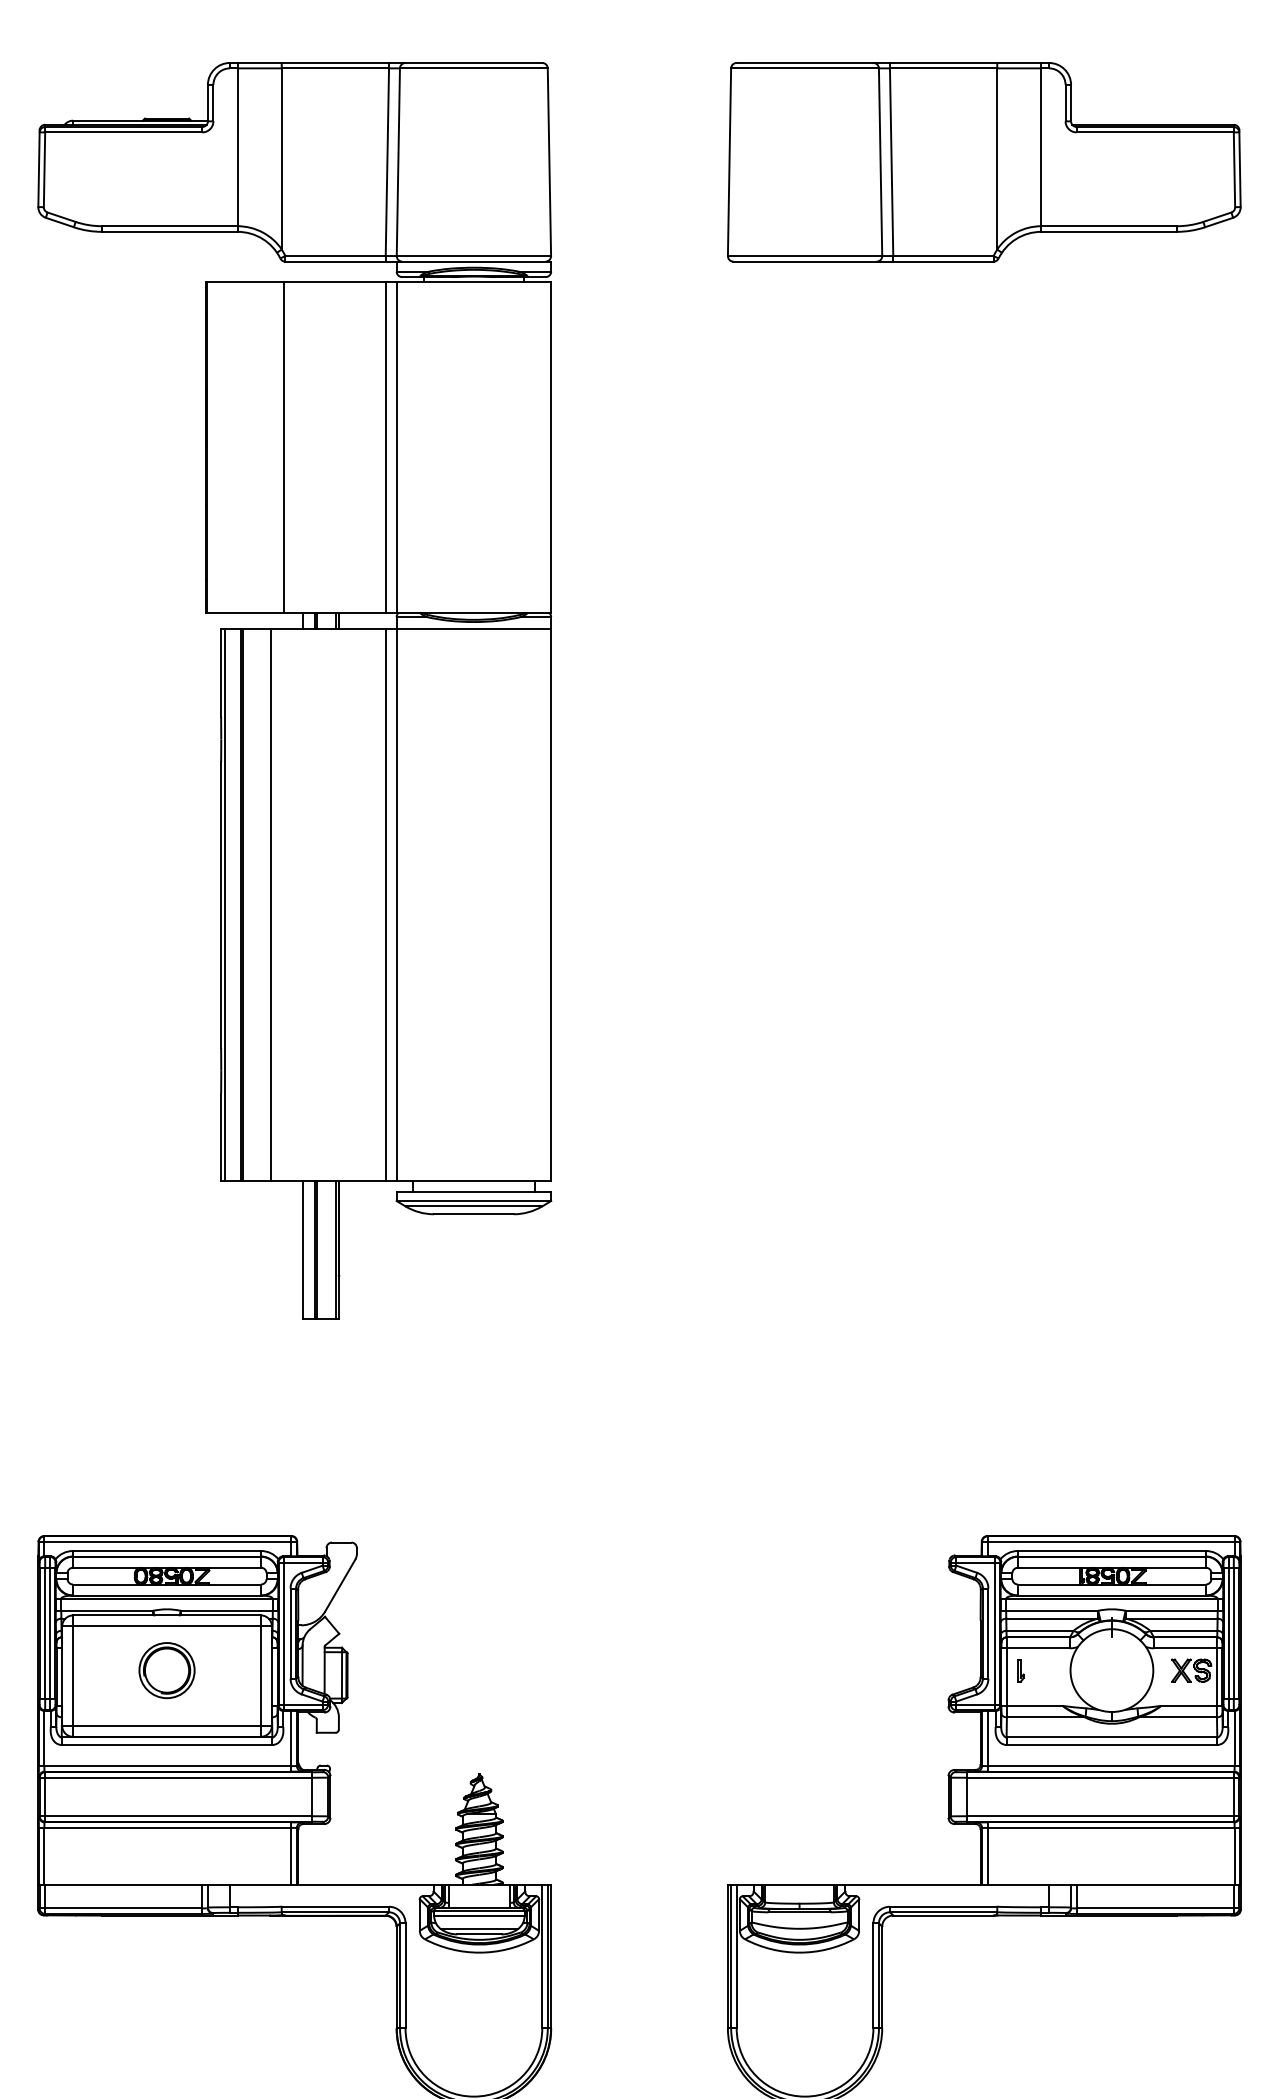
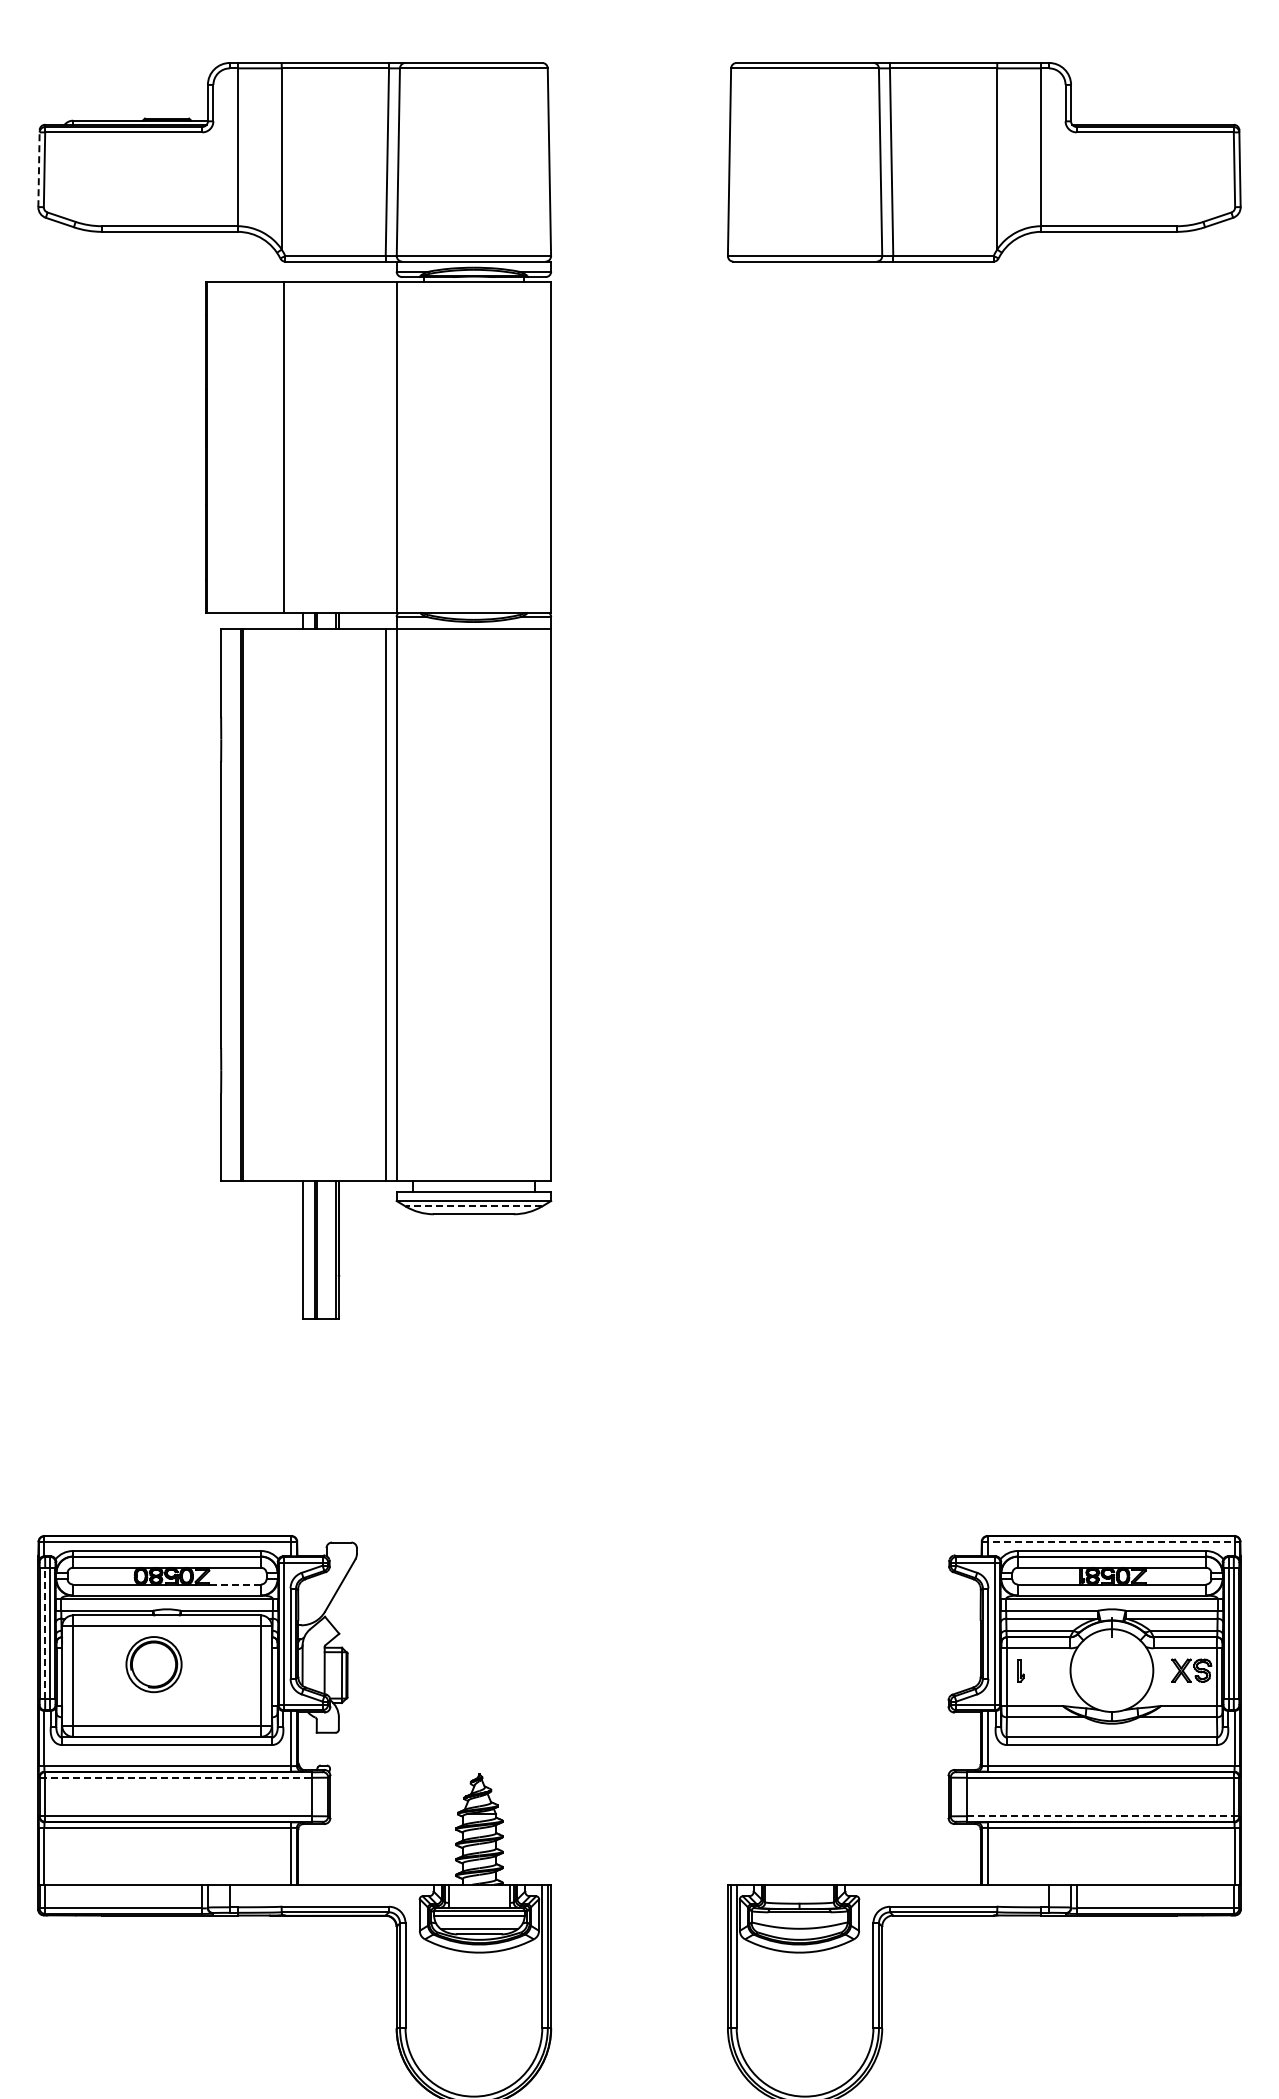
line at (39, 168): solid -> dashed
line at (385, 446): present -> none
line at (225, 905): present -> none
line at (270, 905): present -> none
line at (473, 1206): solid -> dashed
line at (1111, 1541): solid -> dashed
line at (235, 1584): solid -> dashed
line at (45, 1633): solid -> dashed
part at (166, 1670) position: (166, 1670) -> (153, 1664)
line at (176, 1777): solid -> dashed
line at (1103, 1816): solid -> dashed
